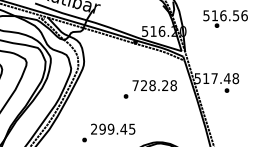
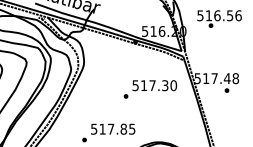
text at (225, 18) position: (225, 18) -> (219, 18)
text at (154, 85): 728.28 -> 517.30
text at (109, 128): 299.45 -> 517.85
